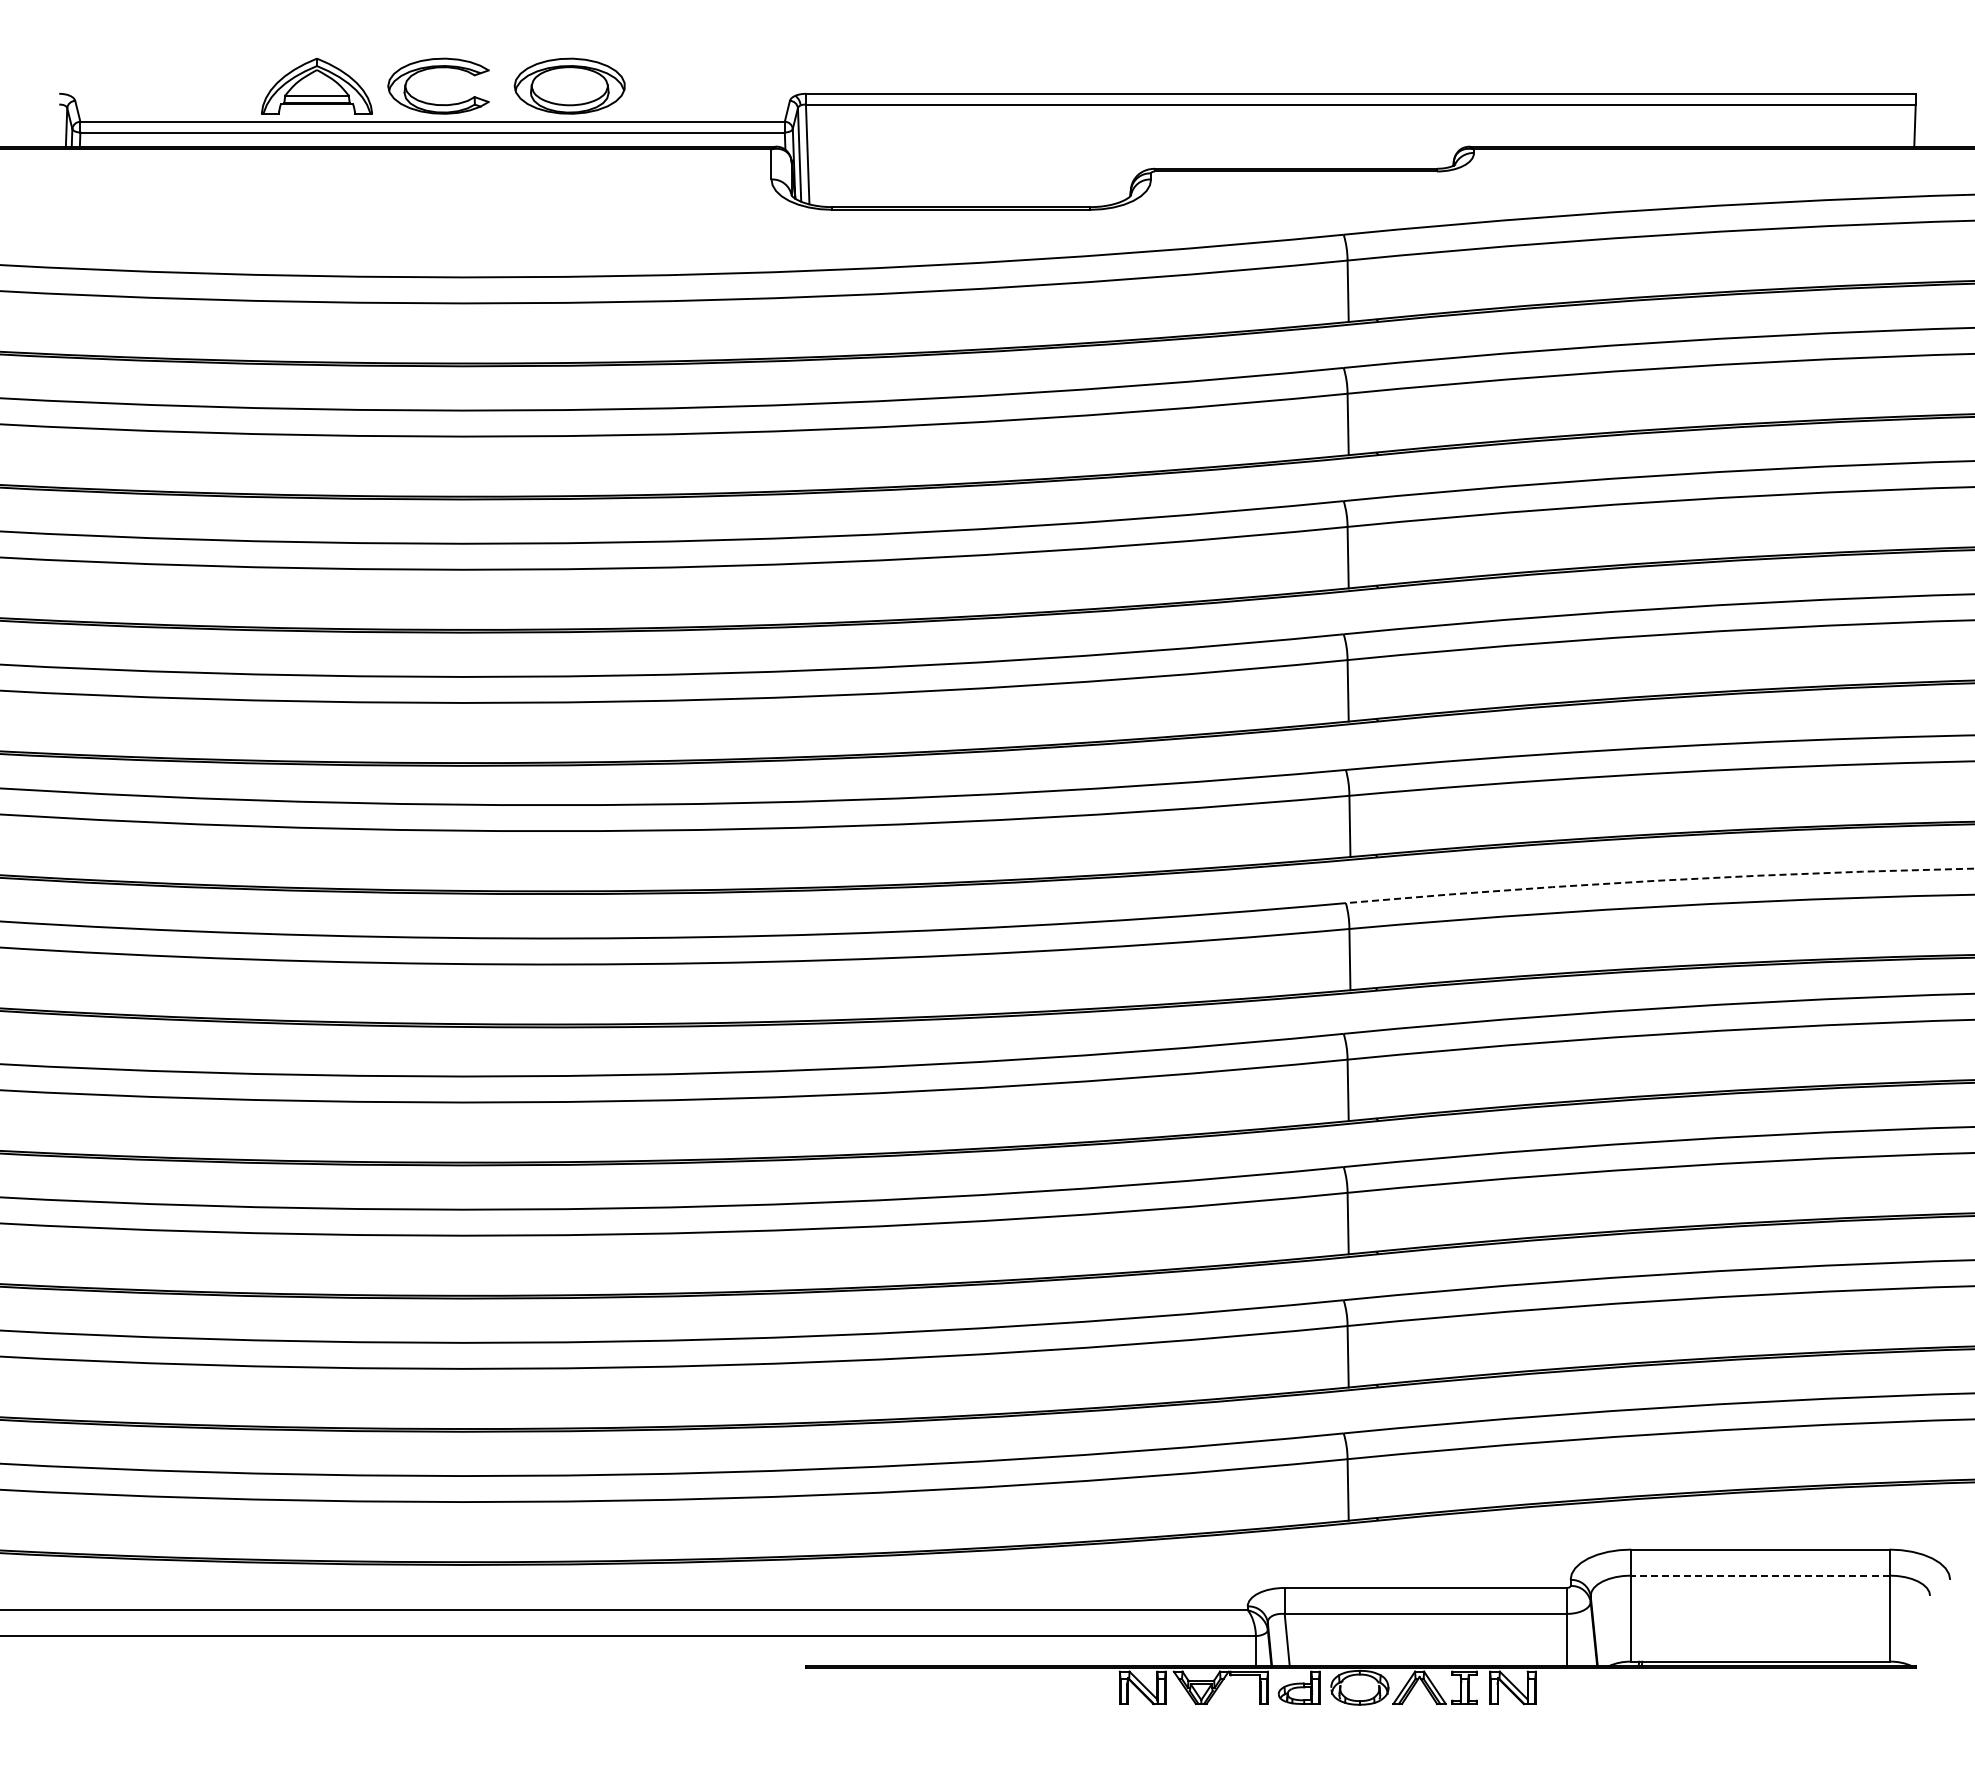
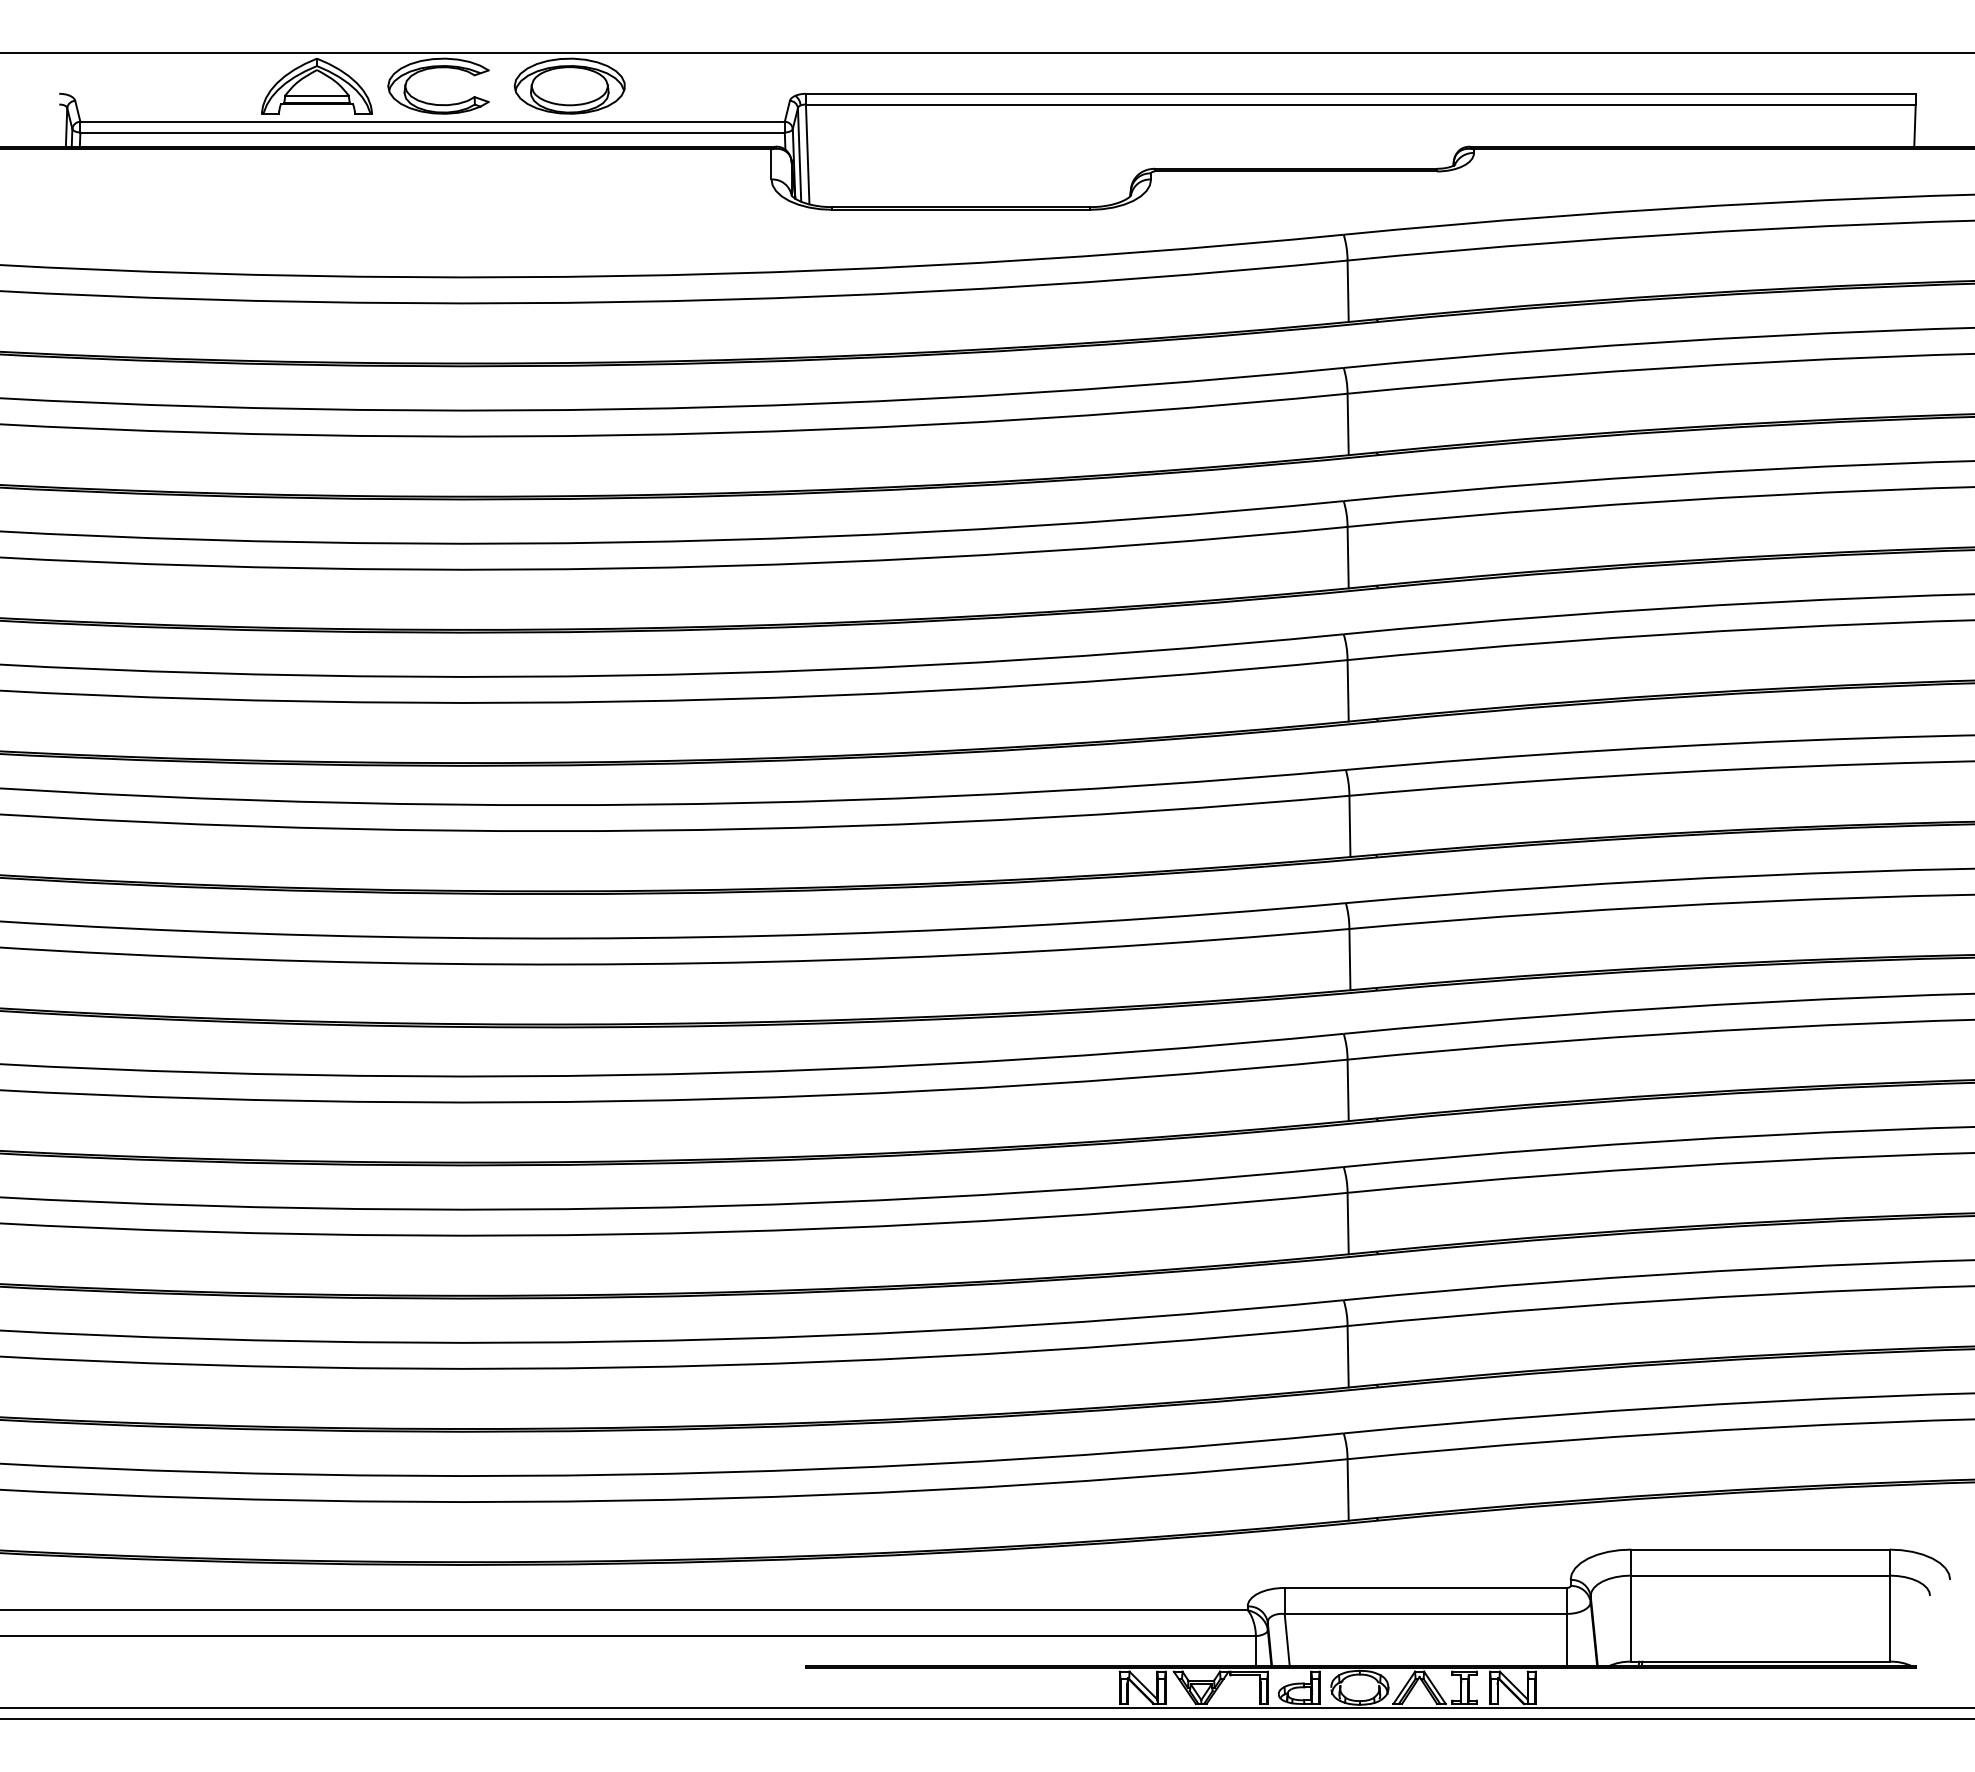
line at (986, 53): none -> present
arc at (1659, 880): dashed -> solid
line at (1759, 1575): dashed -> solid
line at (986, 1708): none -> present
line at (986, 1718): none -> present
